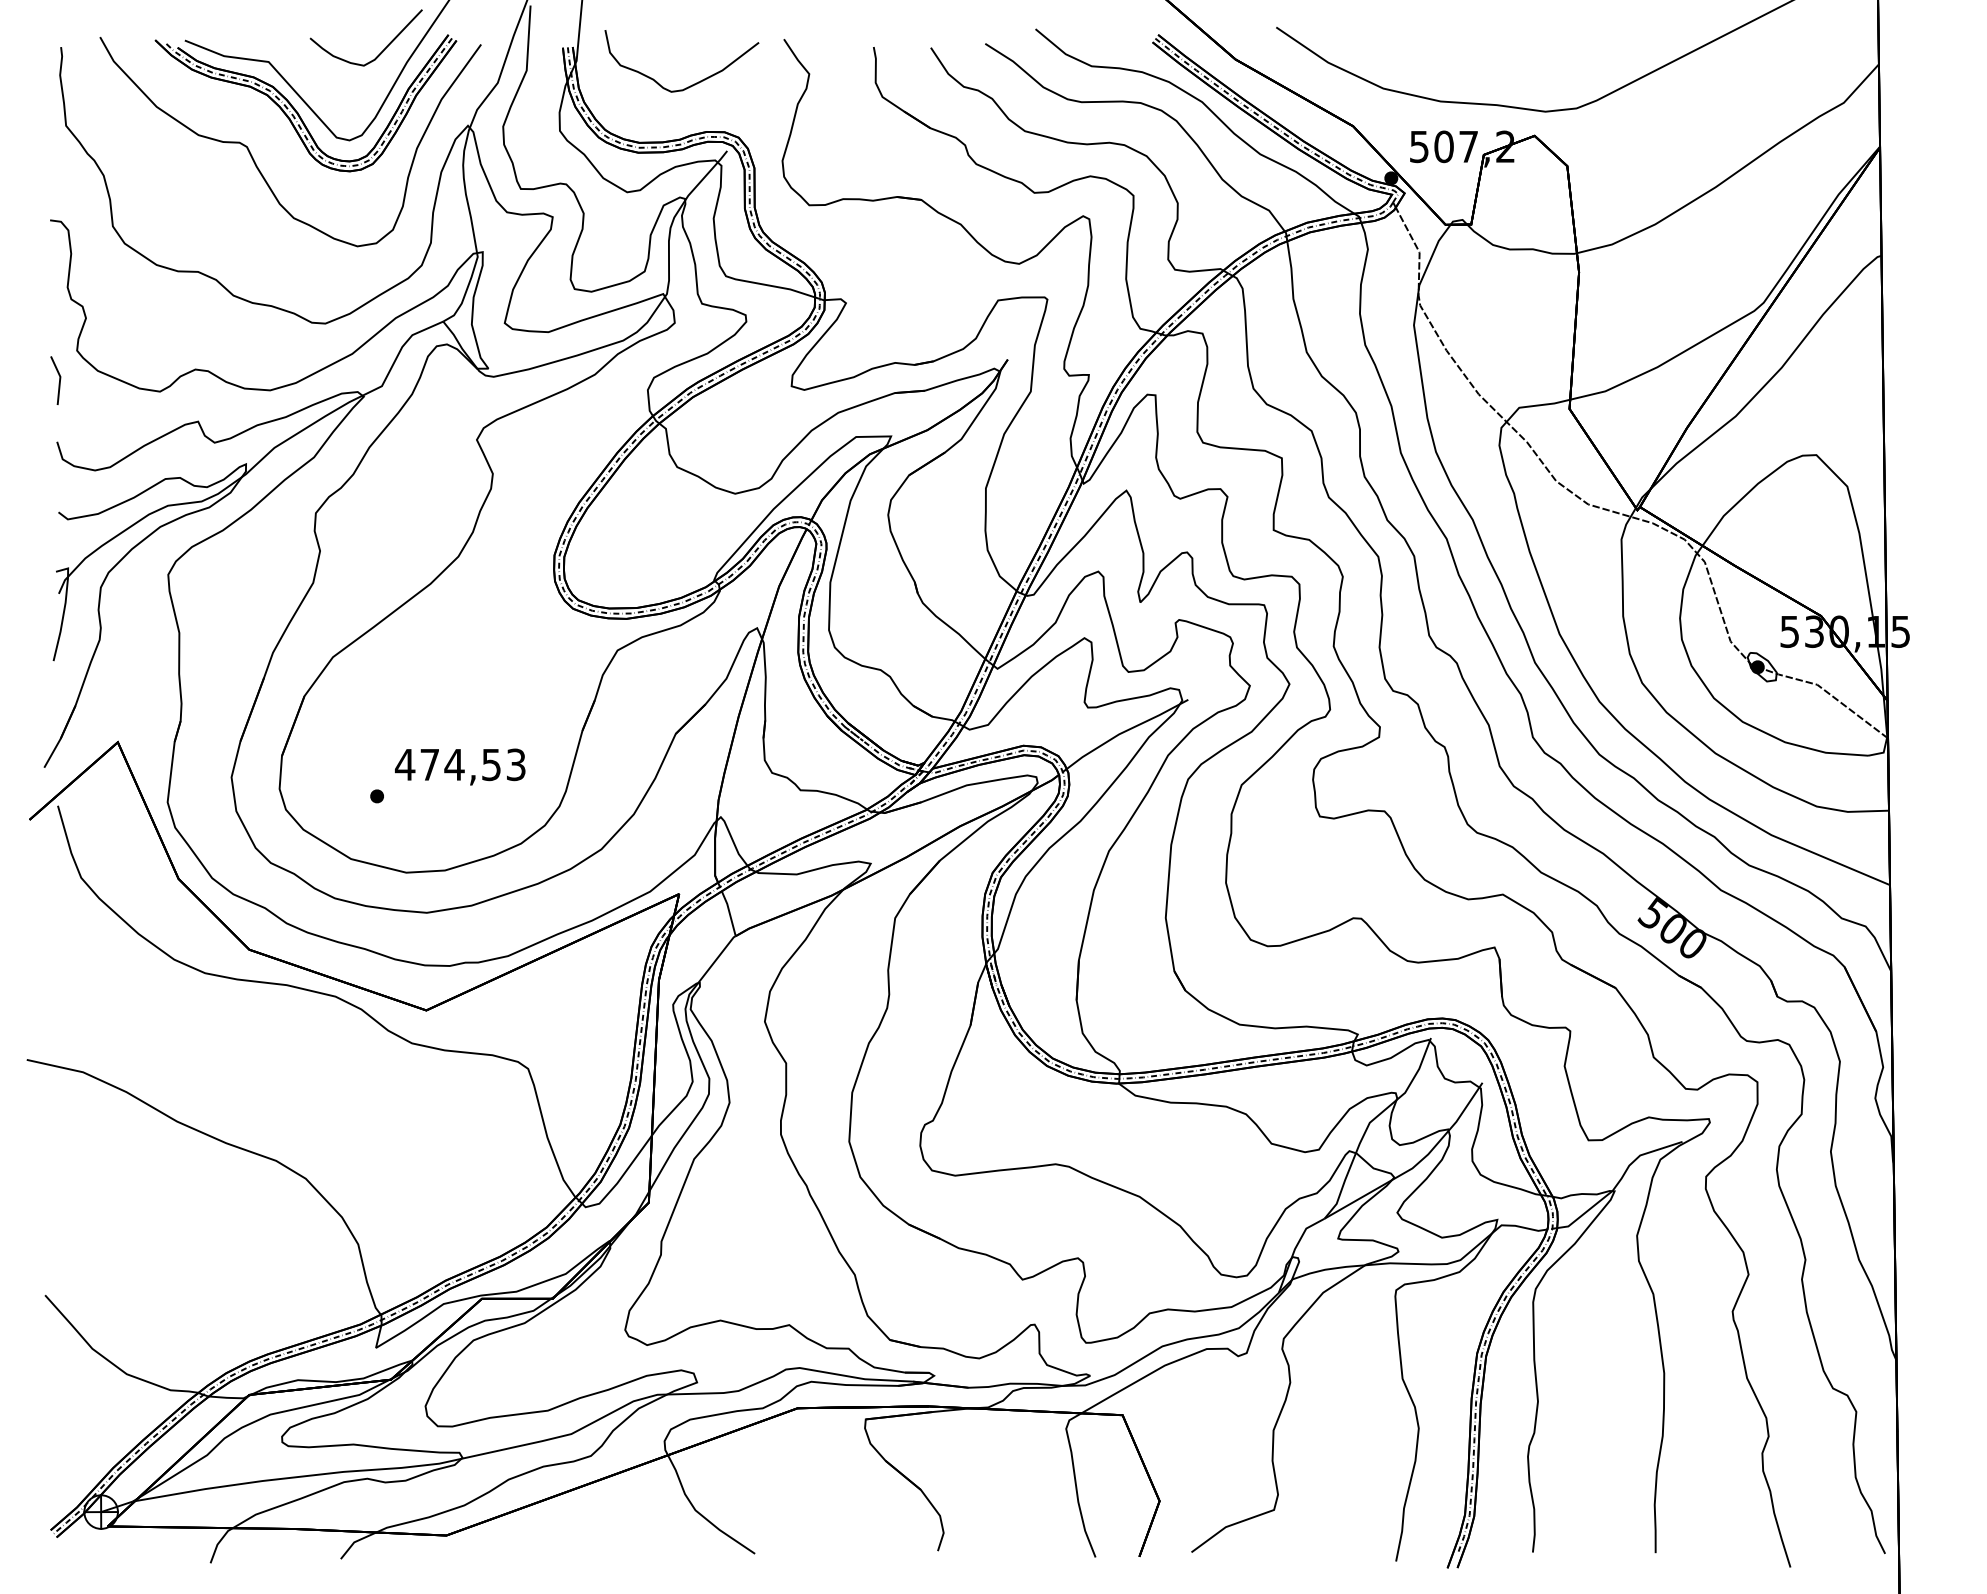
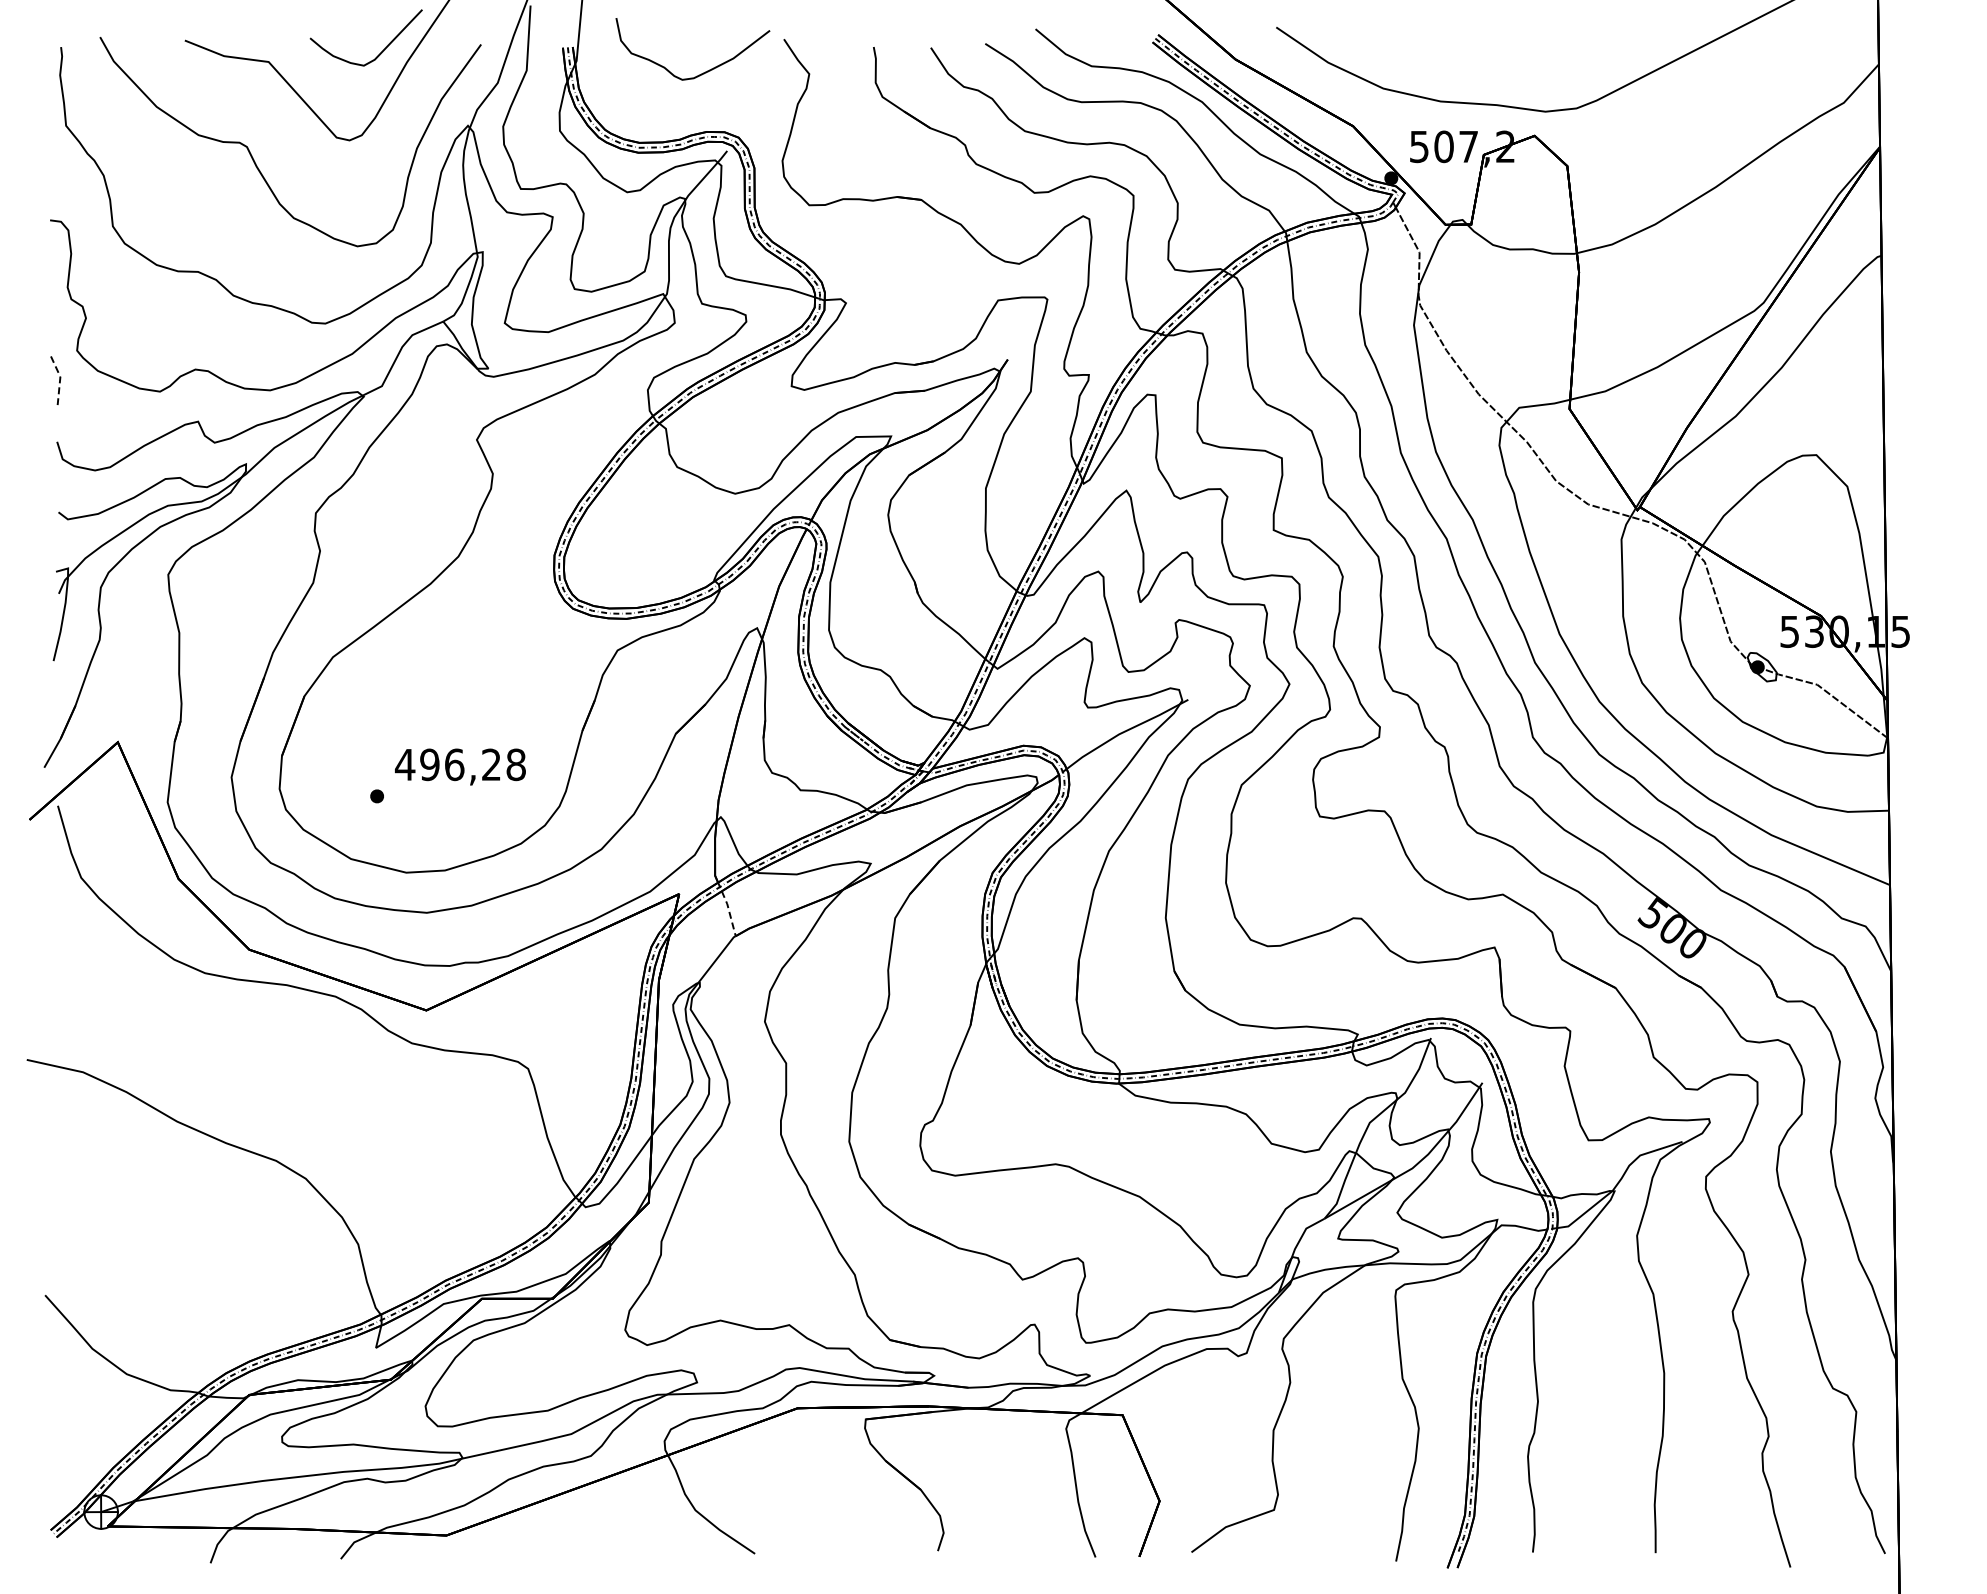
curve at (692, 84) position: (692, 84) -> (703, 72)
part at (295, 108): present -> none
line at (60, 379): solid -> dashed
text at (472, 764): 474,53 -> 496,28
line at (729, 913): solid -> dashed
